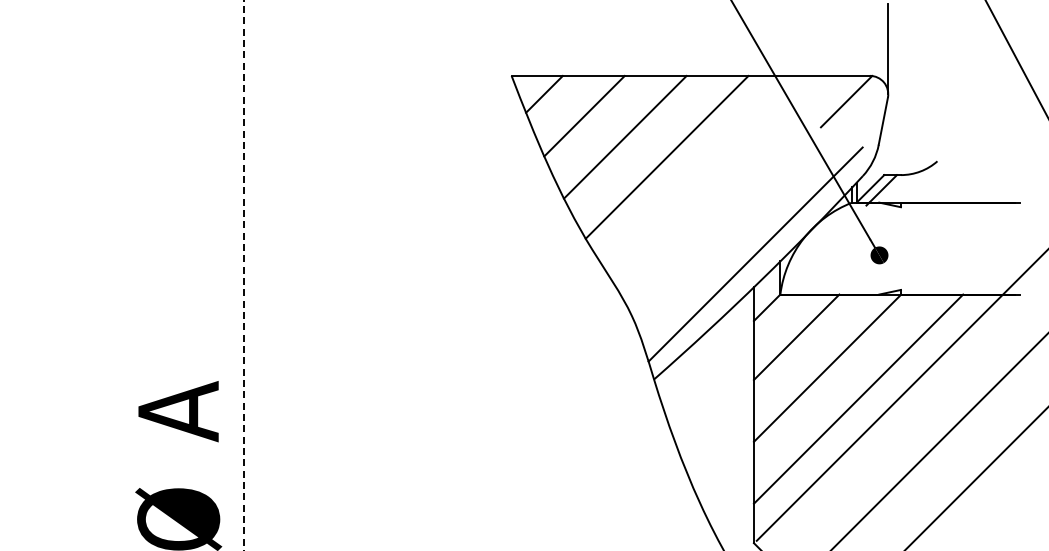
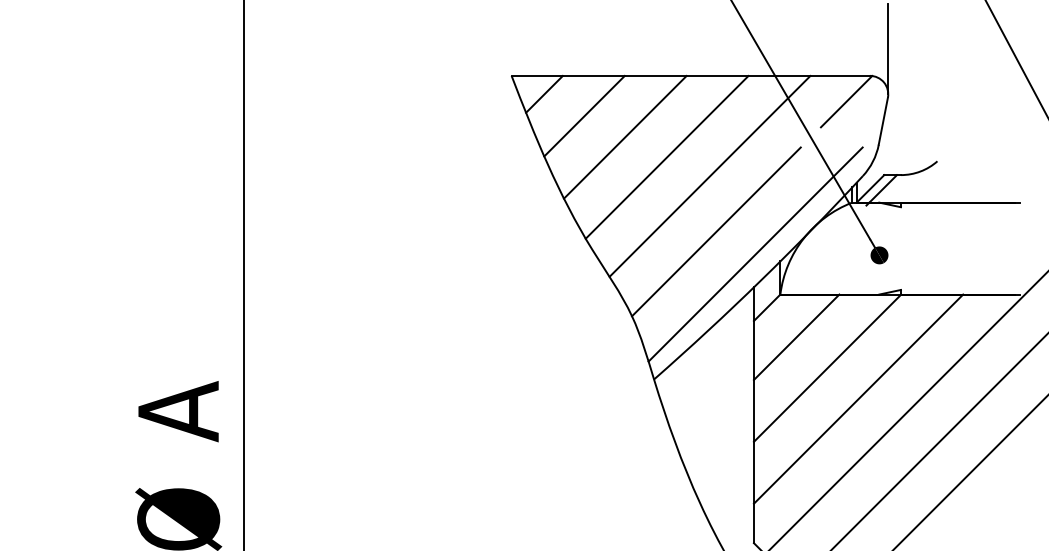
line at (709, 175): none -> present
line at (716, 231): none -> present
line at (243, 275): dashed -> solid
line at (900, 396) position: (900, 396) -> (908, 410)
line at (976, 478) position: (976, 478) -> (970, 472)
